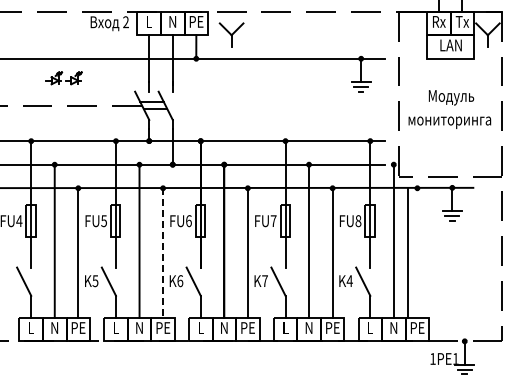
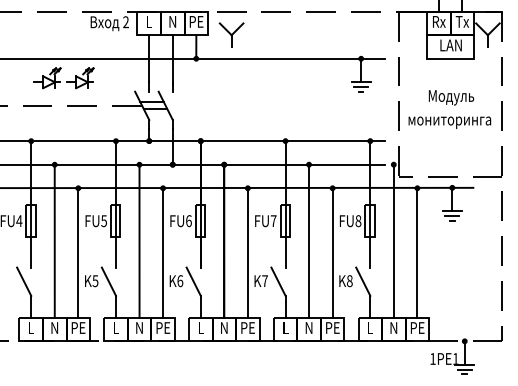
part at (63, 78) size: 38x15 px -> 62x23 px
line at (408, 252) position: (408, 252) -> (417, 252)
line at (163, 253): dashed -> solid
text at (349, 281): K4 -> K8
